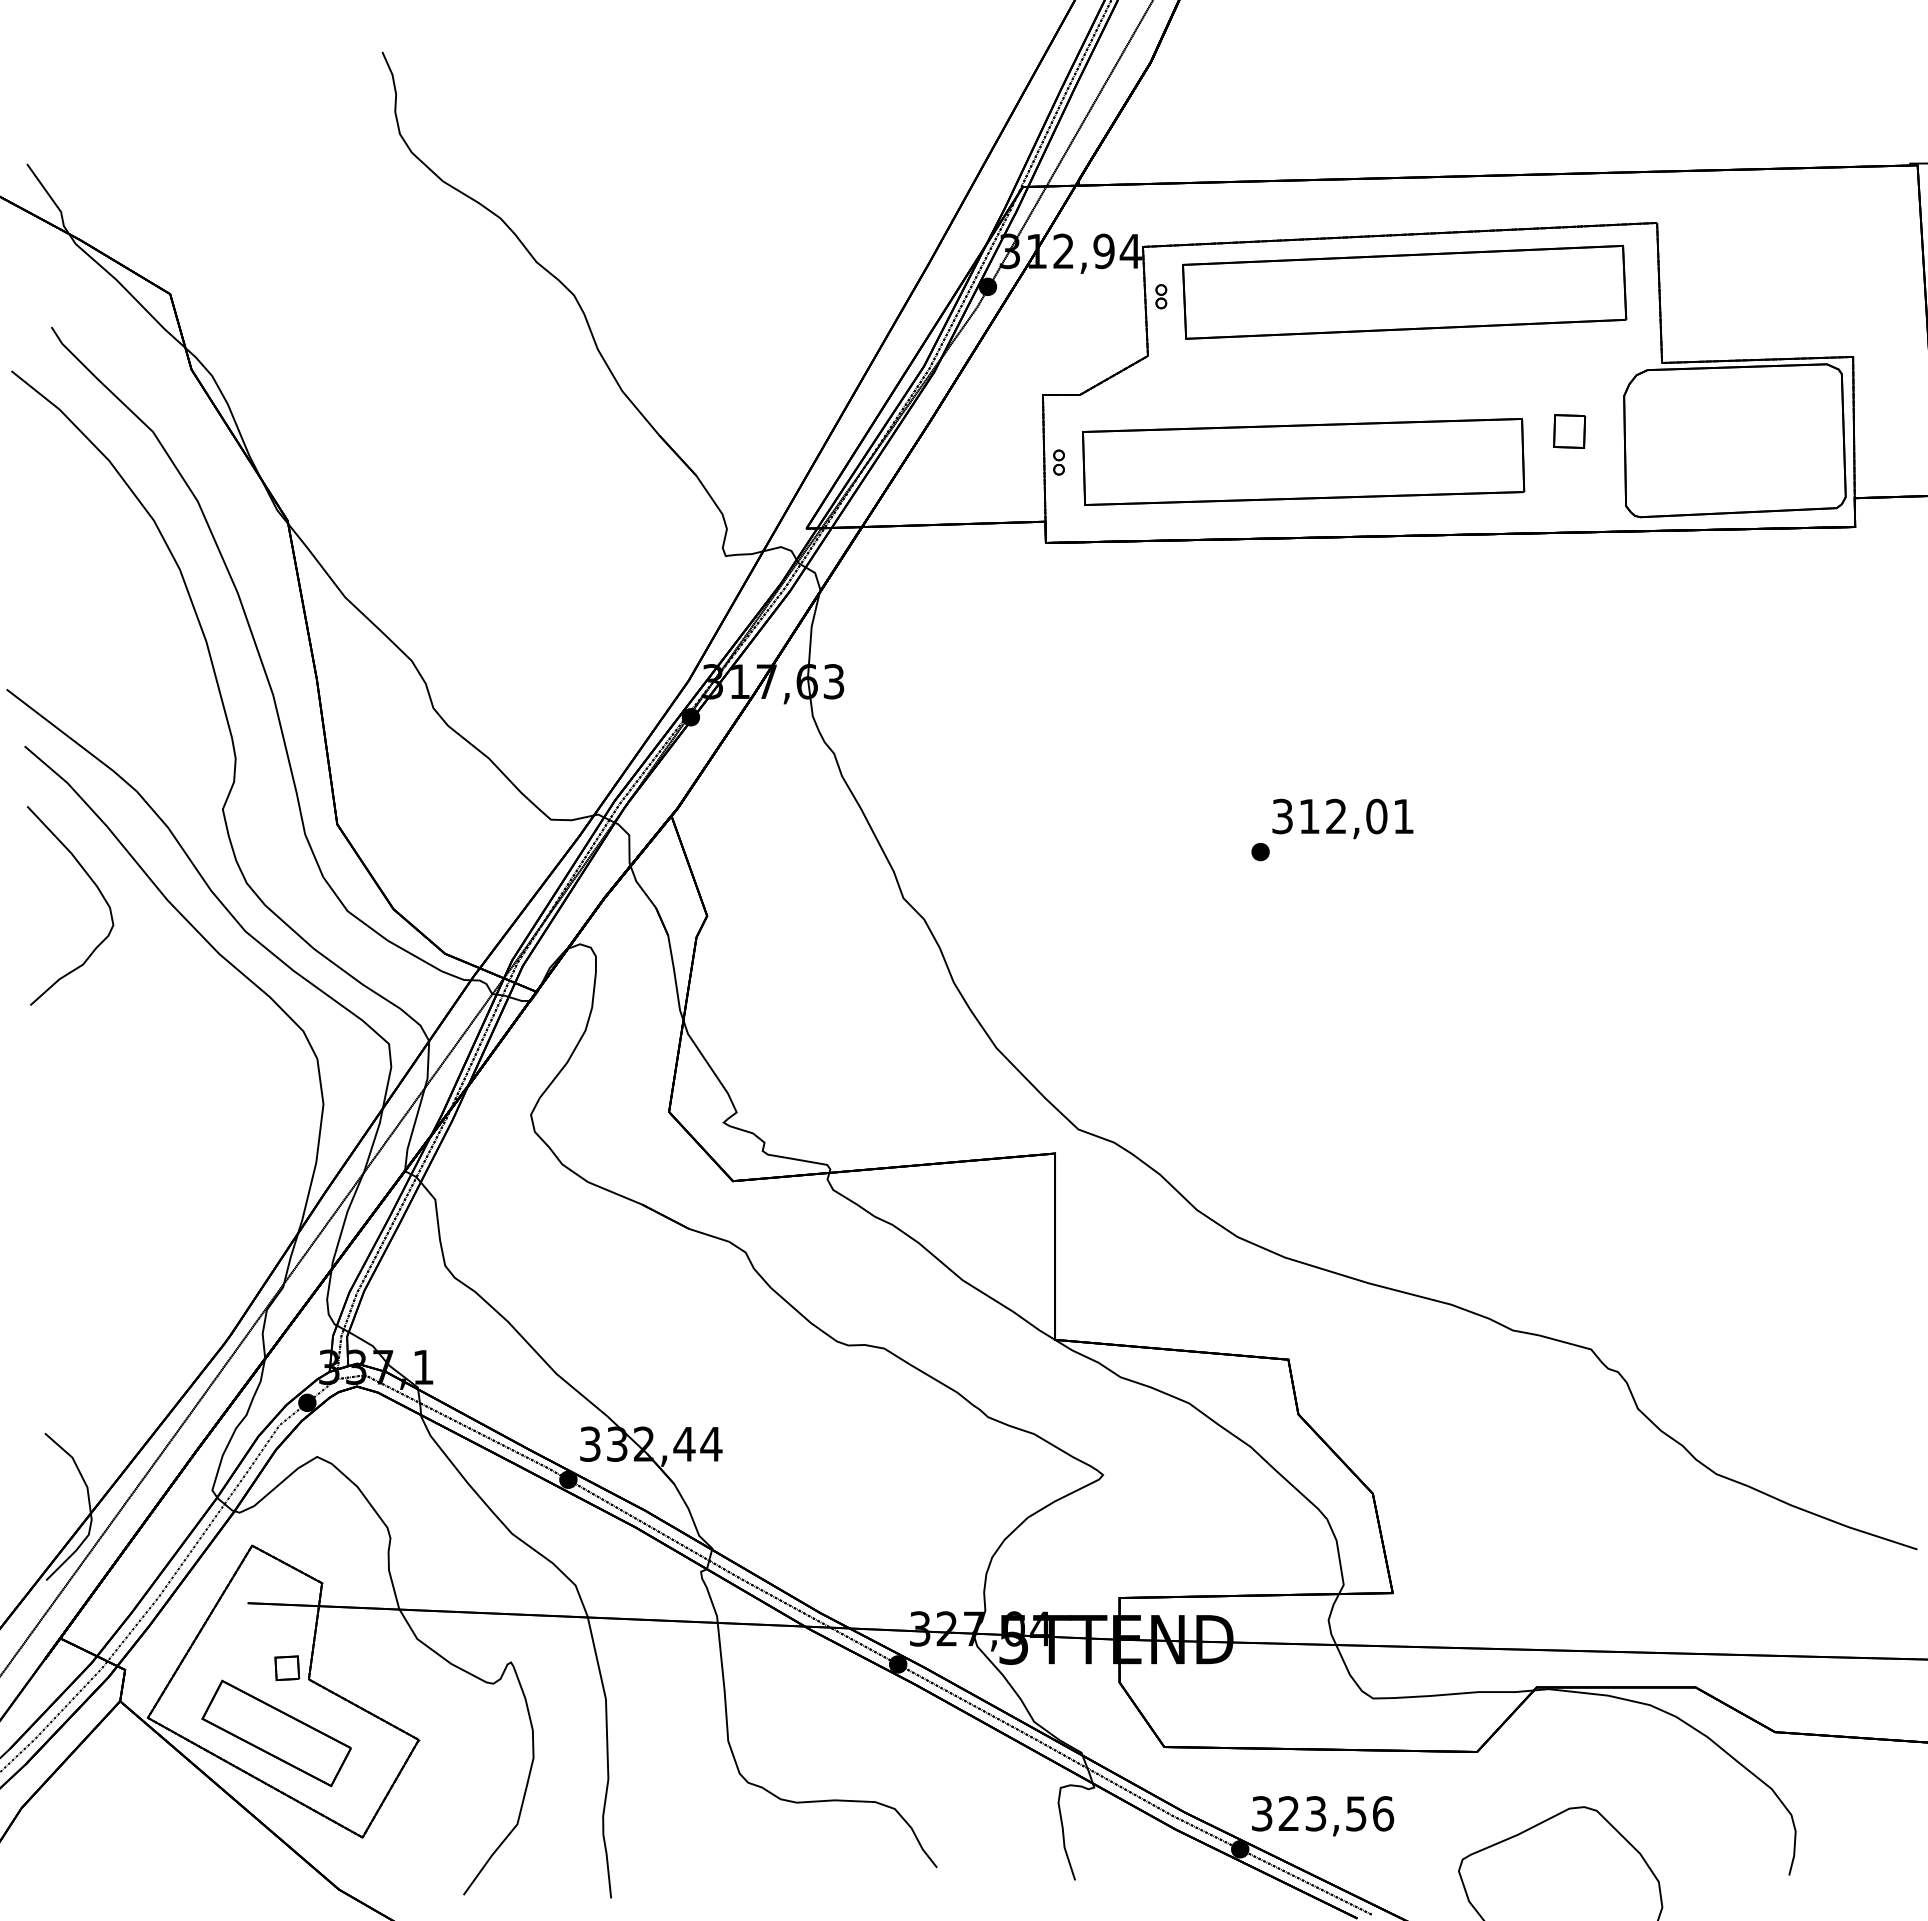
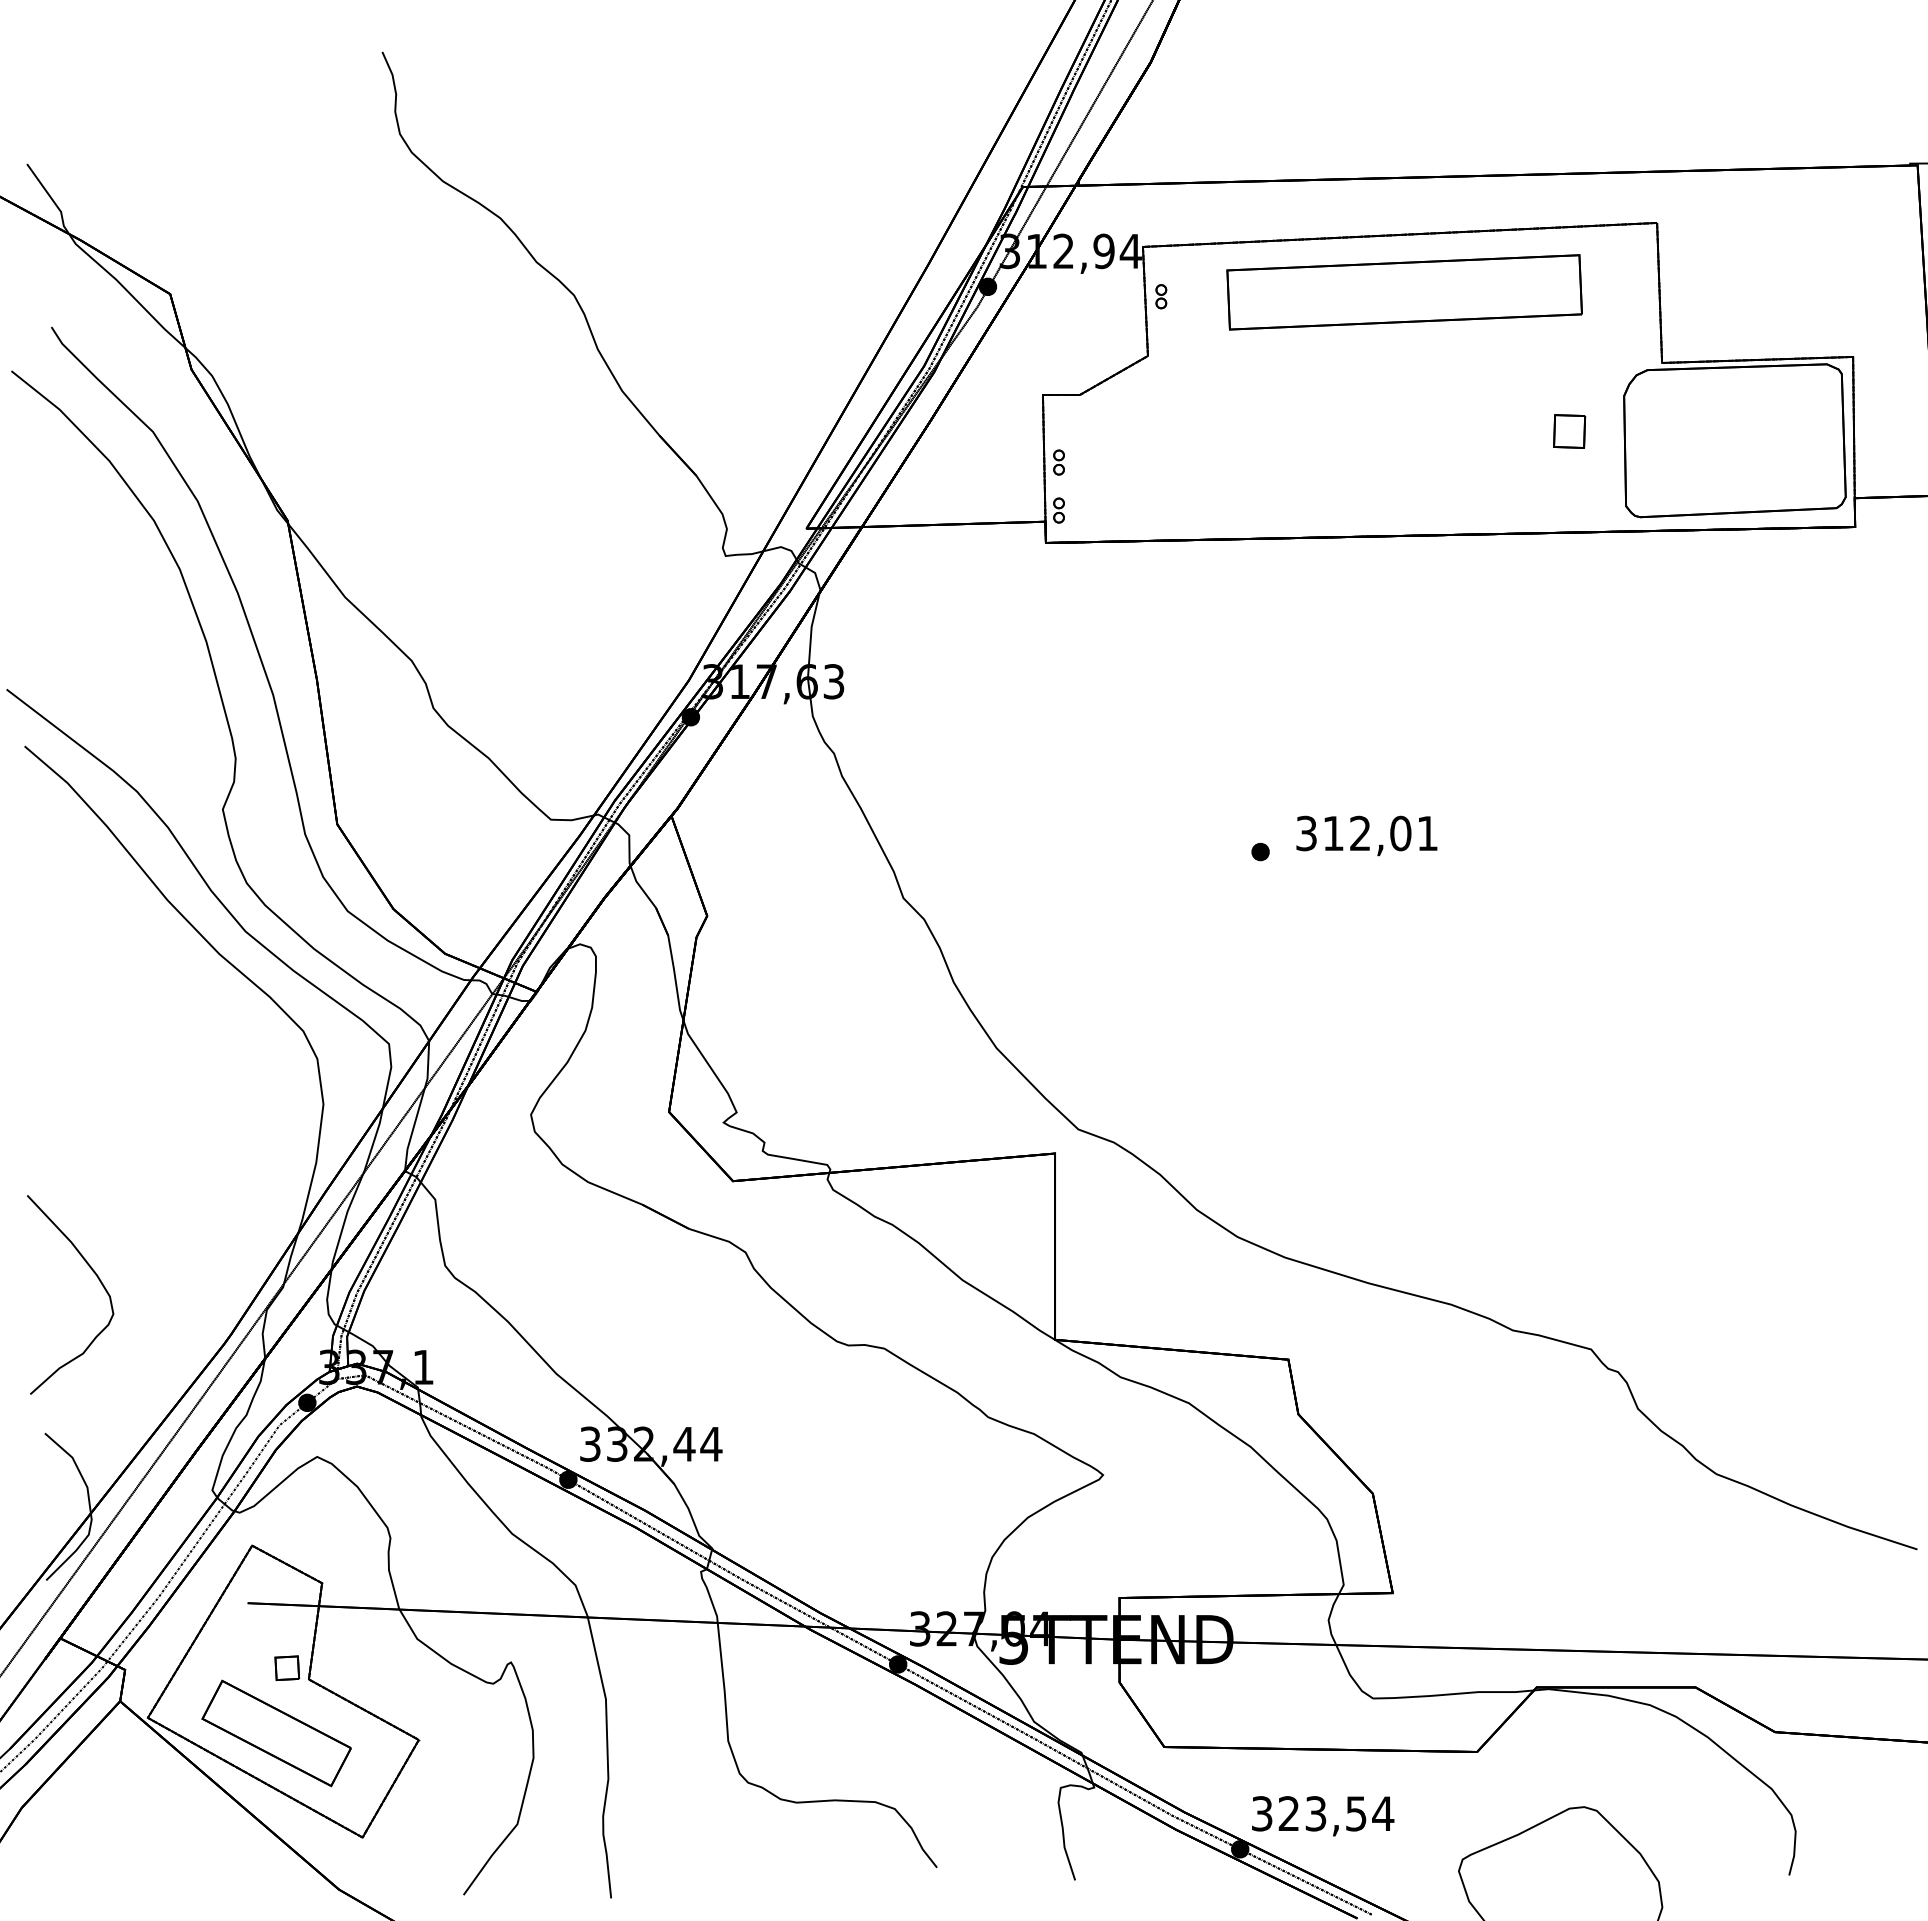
part at (1404, 292) size: 446x95 px -> 357x77 px
part at (1303, 461): present -> none
part at (1058, 510): none -> present
text at (1342, 818) position: (1342, 818) -> (1366, 835)
curve at (97, 889) position: (97, 889) -> (97, 1278)
text at (1383, 1813): 323,56 -> 323,54
